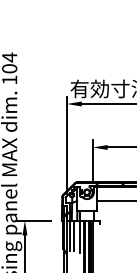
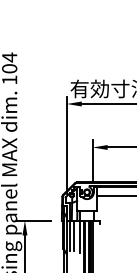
hatch at (95, 198): present -> none
line at (115, 200) position: (115, 200) -> (115, 195)
